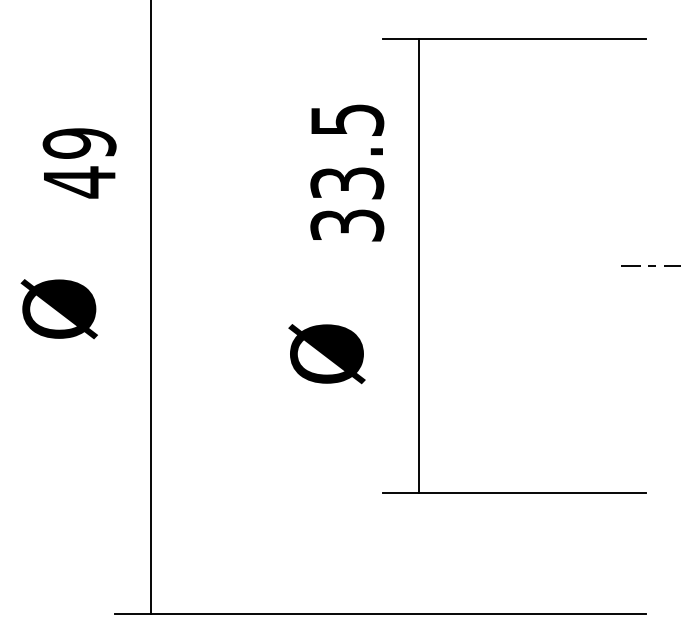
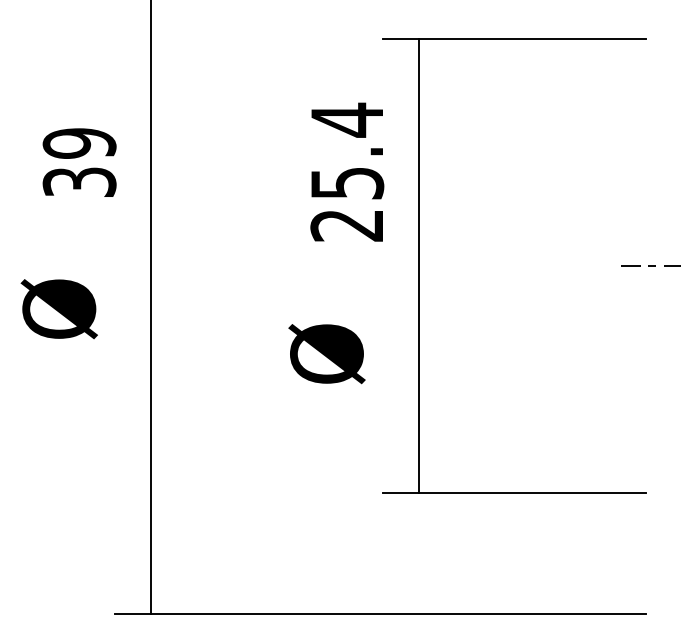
text at (347, 171): 33.5 -> 25.4
text at (79, 182): 49 -> 39
